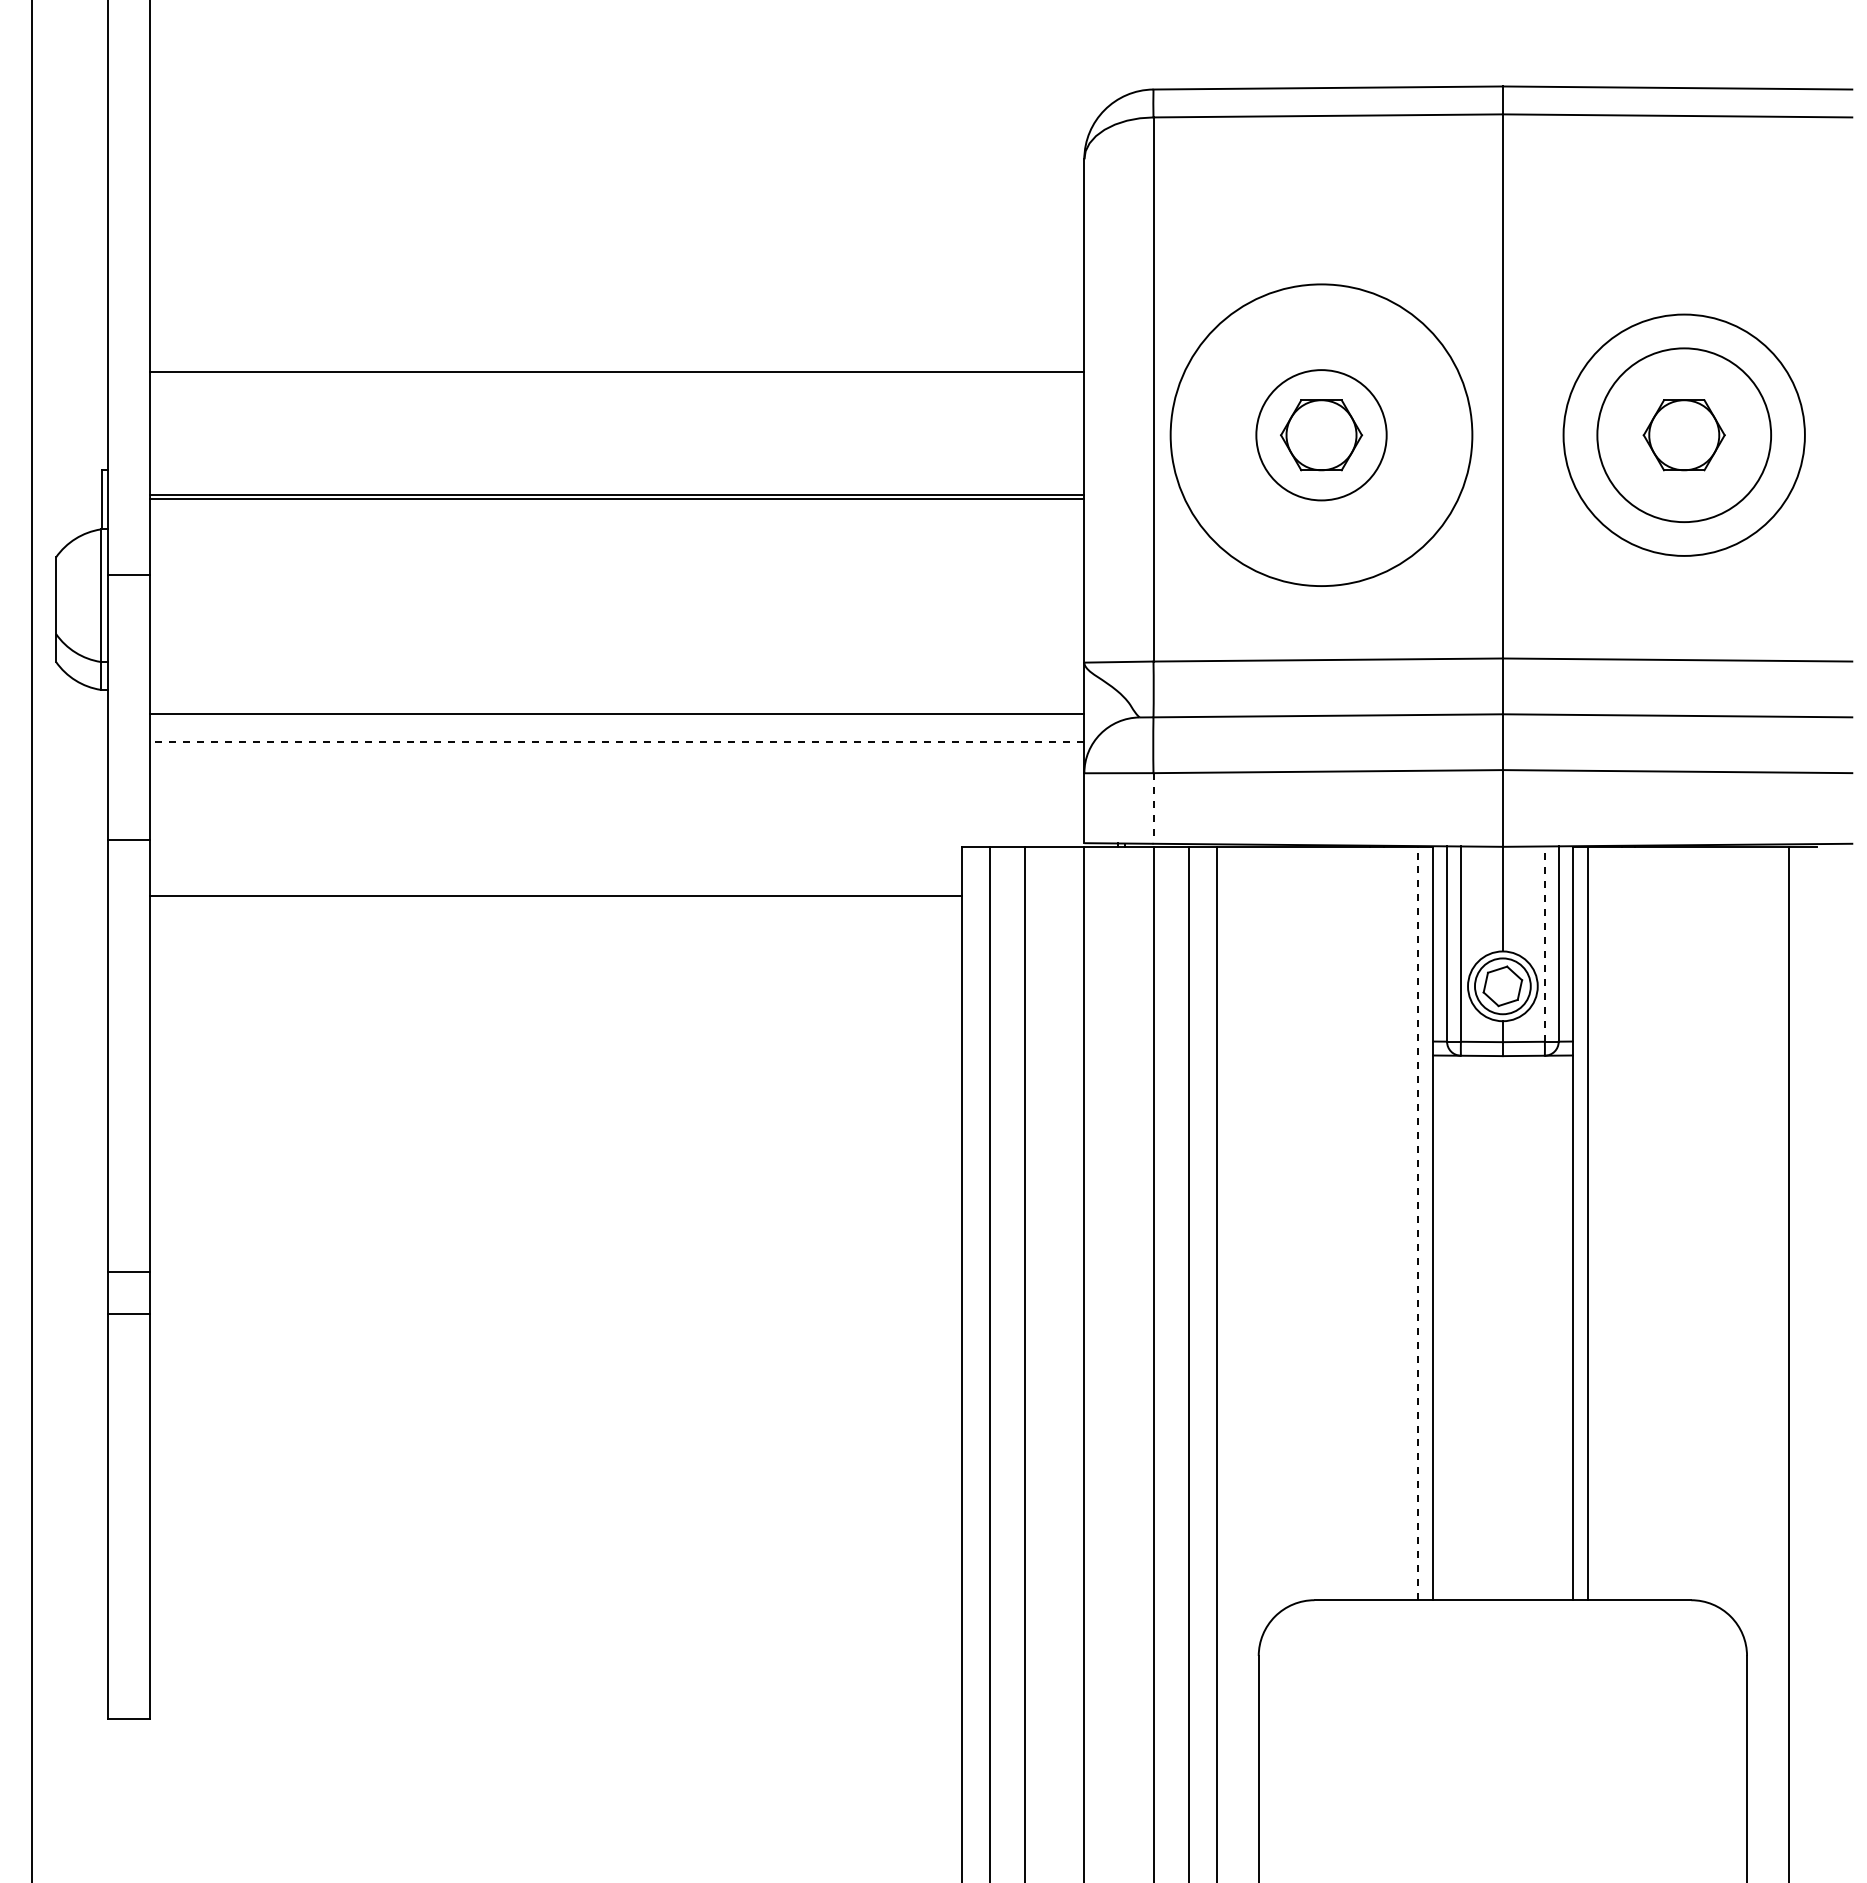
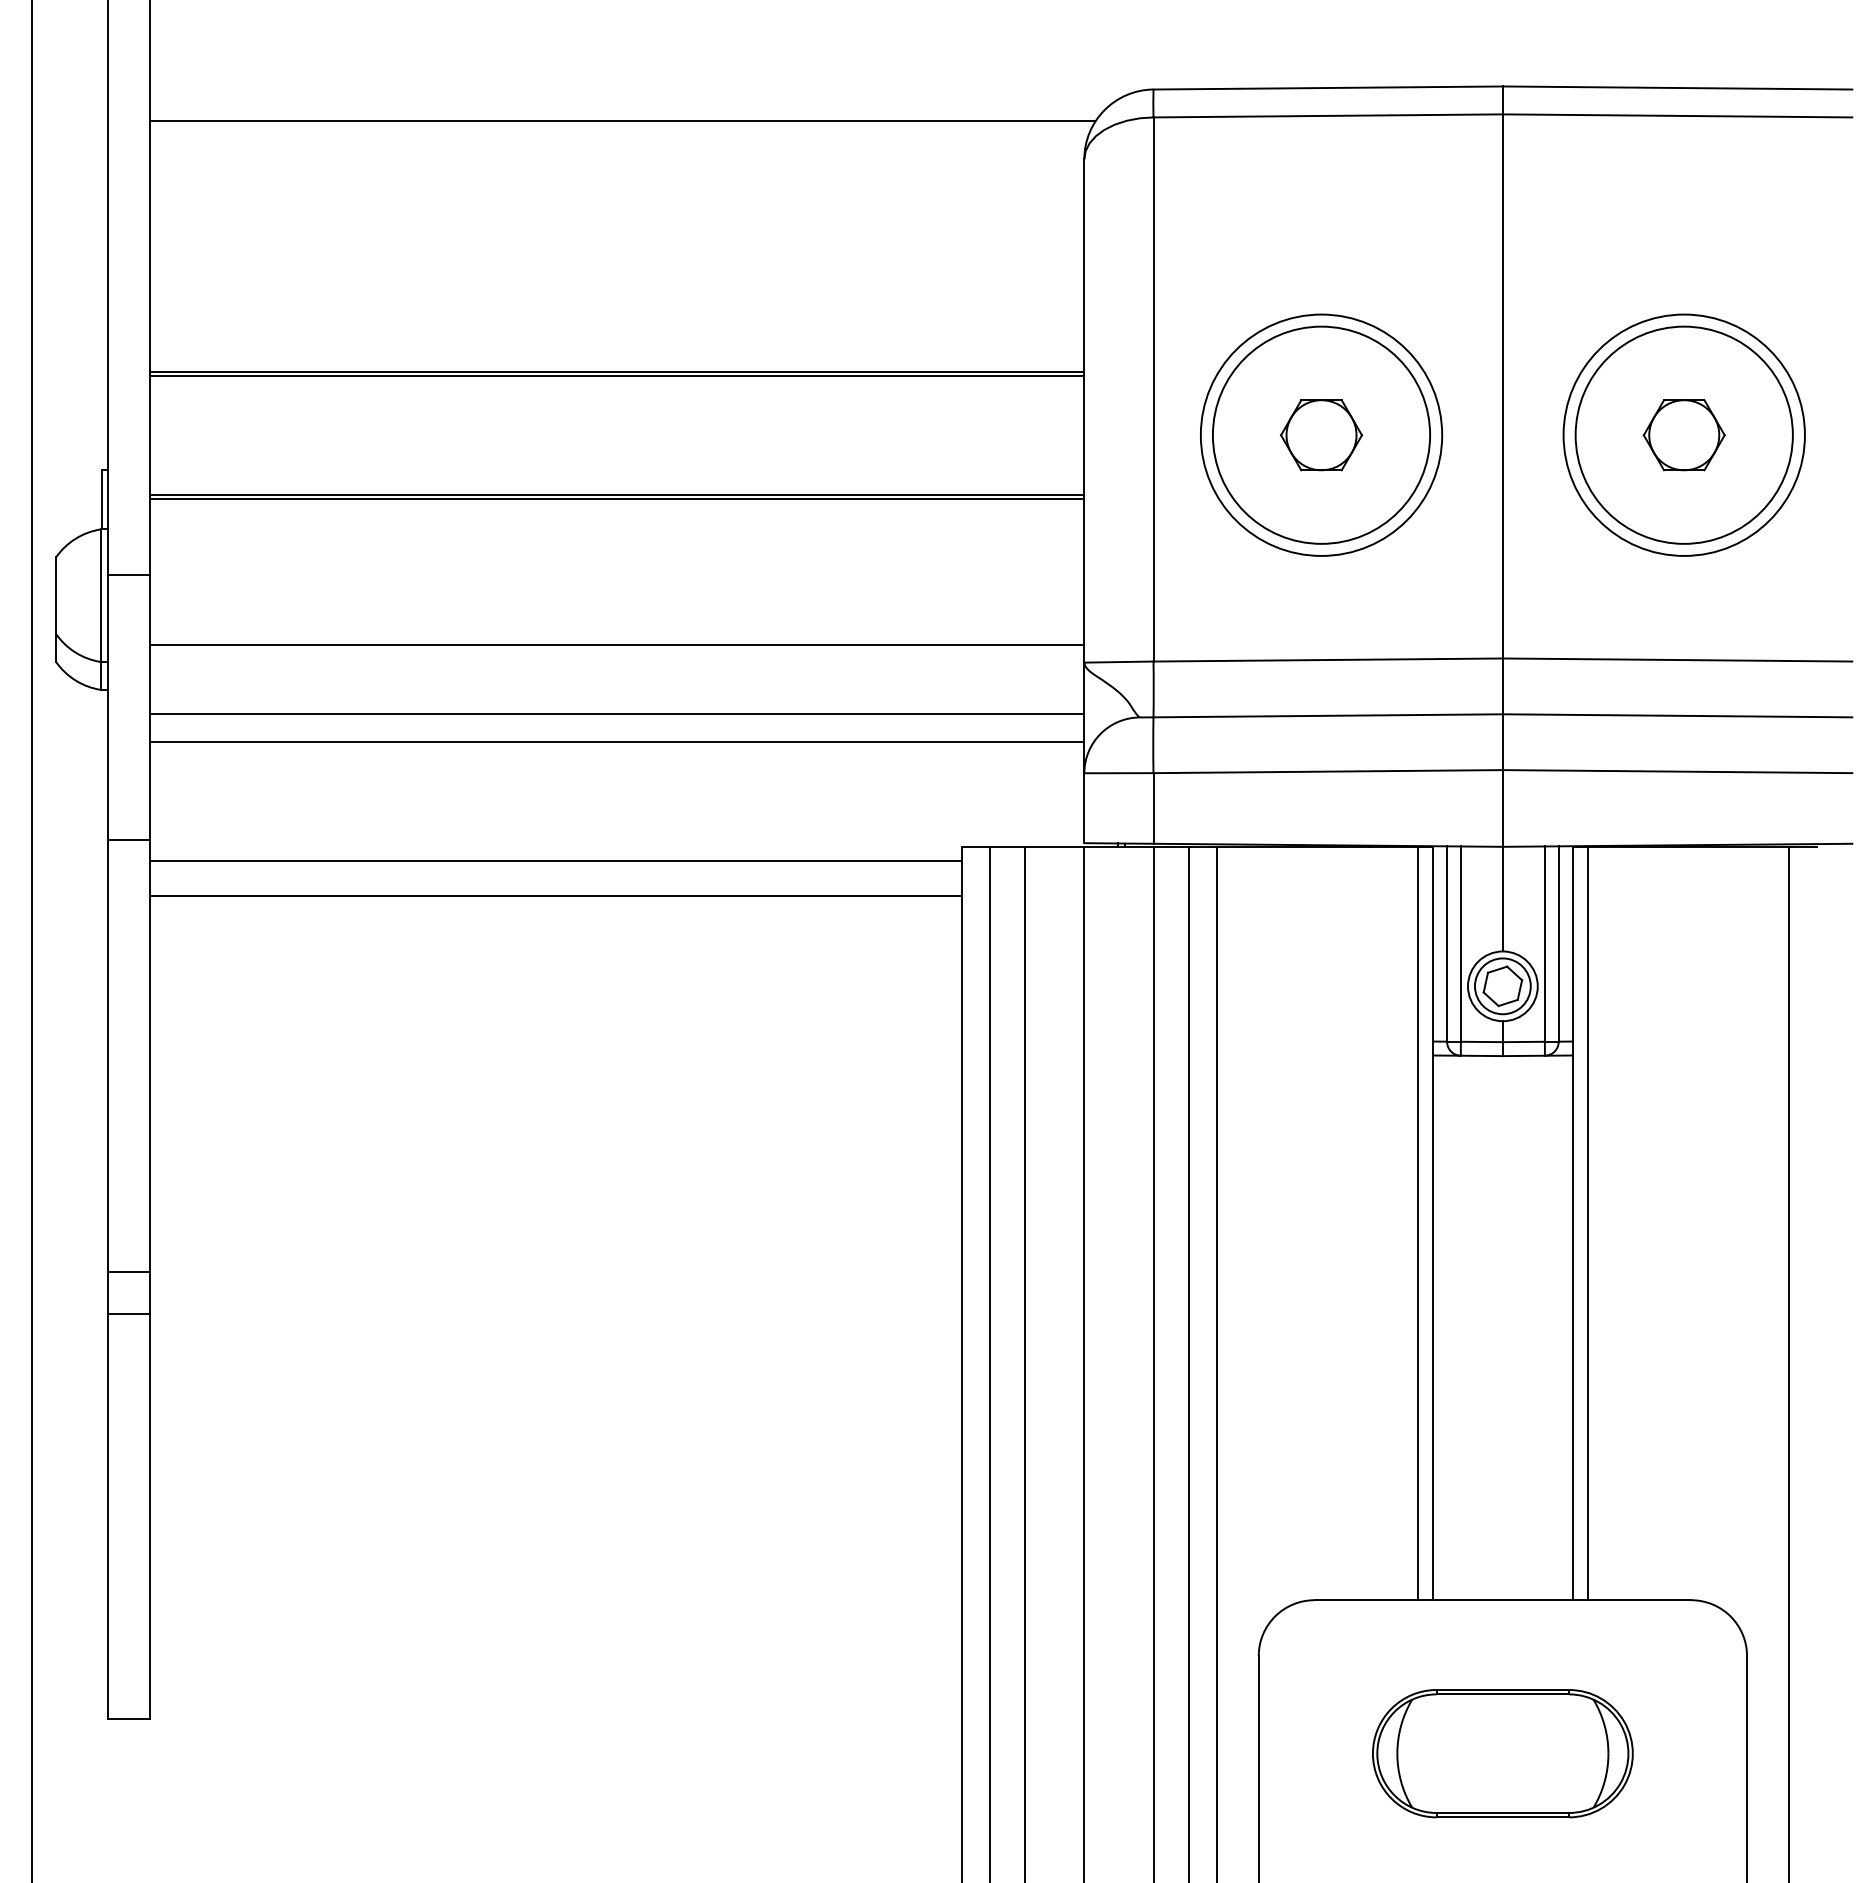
line at (622, 121): none -> present
line at (616, 375): none -> present
circle at (1321, 435) diameter: 130 px -> 217 px
circle at (1321, 435) diameter: 302 px -> 241 px
circle at (1684, 435) diameter: 174 px -> 217 px
line at (616, 644): none -> present
line at (616, 742): dashed -> solid
line at (1153, 808): dashed -> solid
line at (555, 860): none -> present
line at (1544, 944): dashed -> solid
line at (1417, 1223): dashed -> solid
part at (1502, 1753): none -> present
